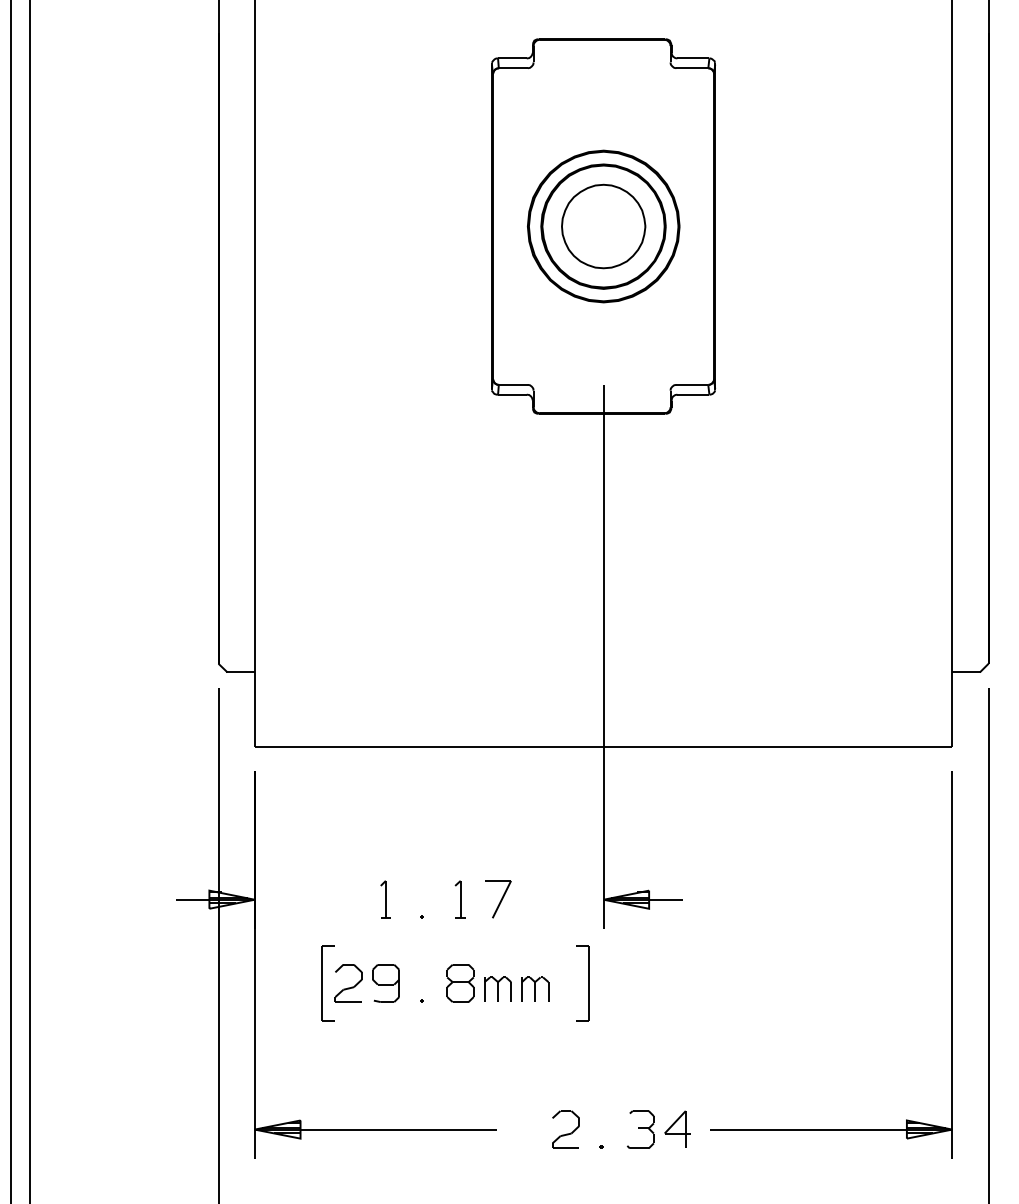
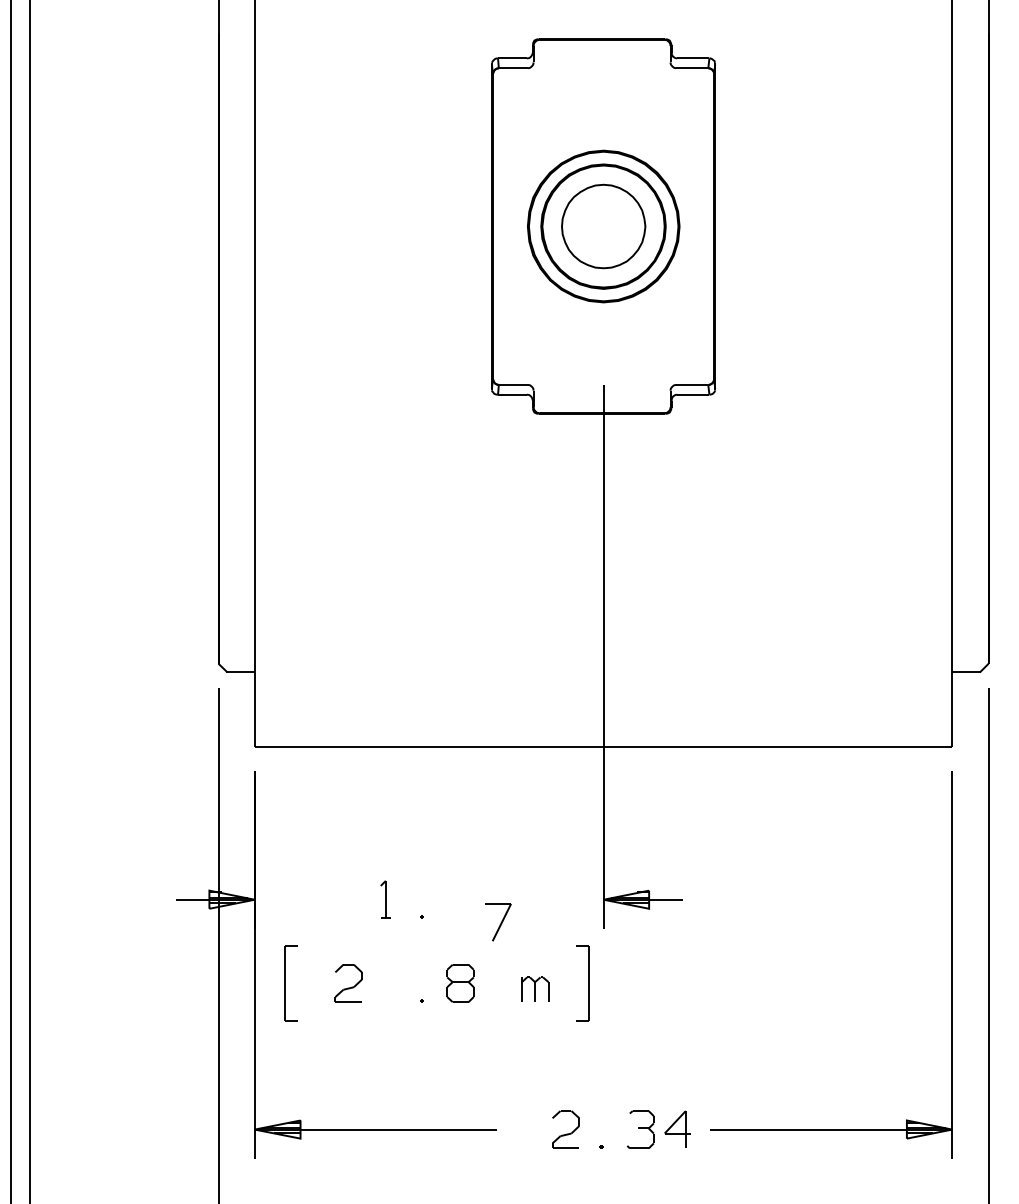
part at (459, 899): present -> none
part at (498, 899) position: (498, 899) -> (498, 922)
part at (327, 983) position: (327, 983) -> (290, 983)
part at (385, 983): present -> none
part at (497, 988): present -> none
